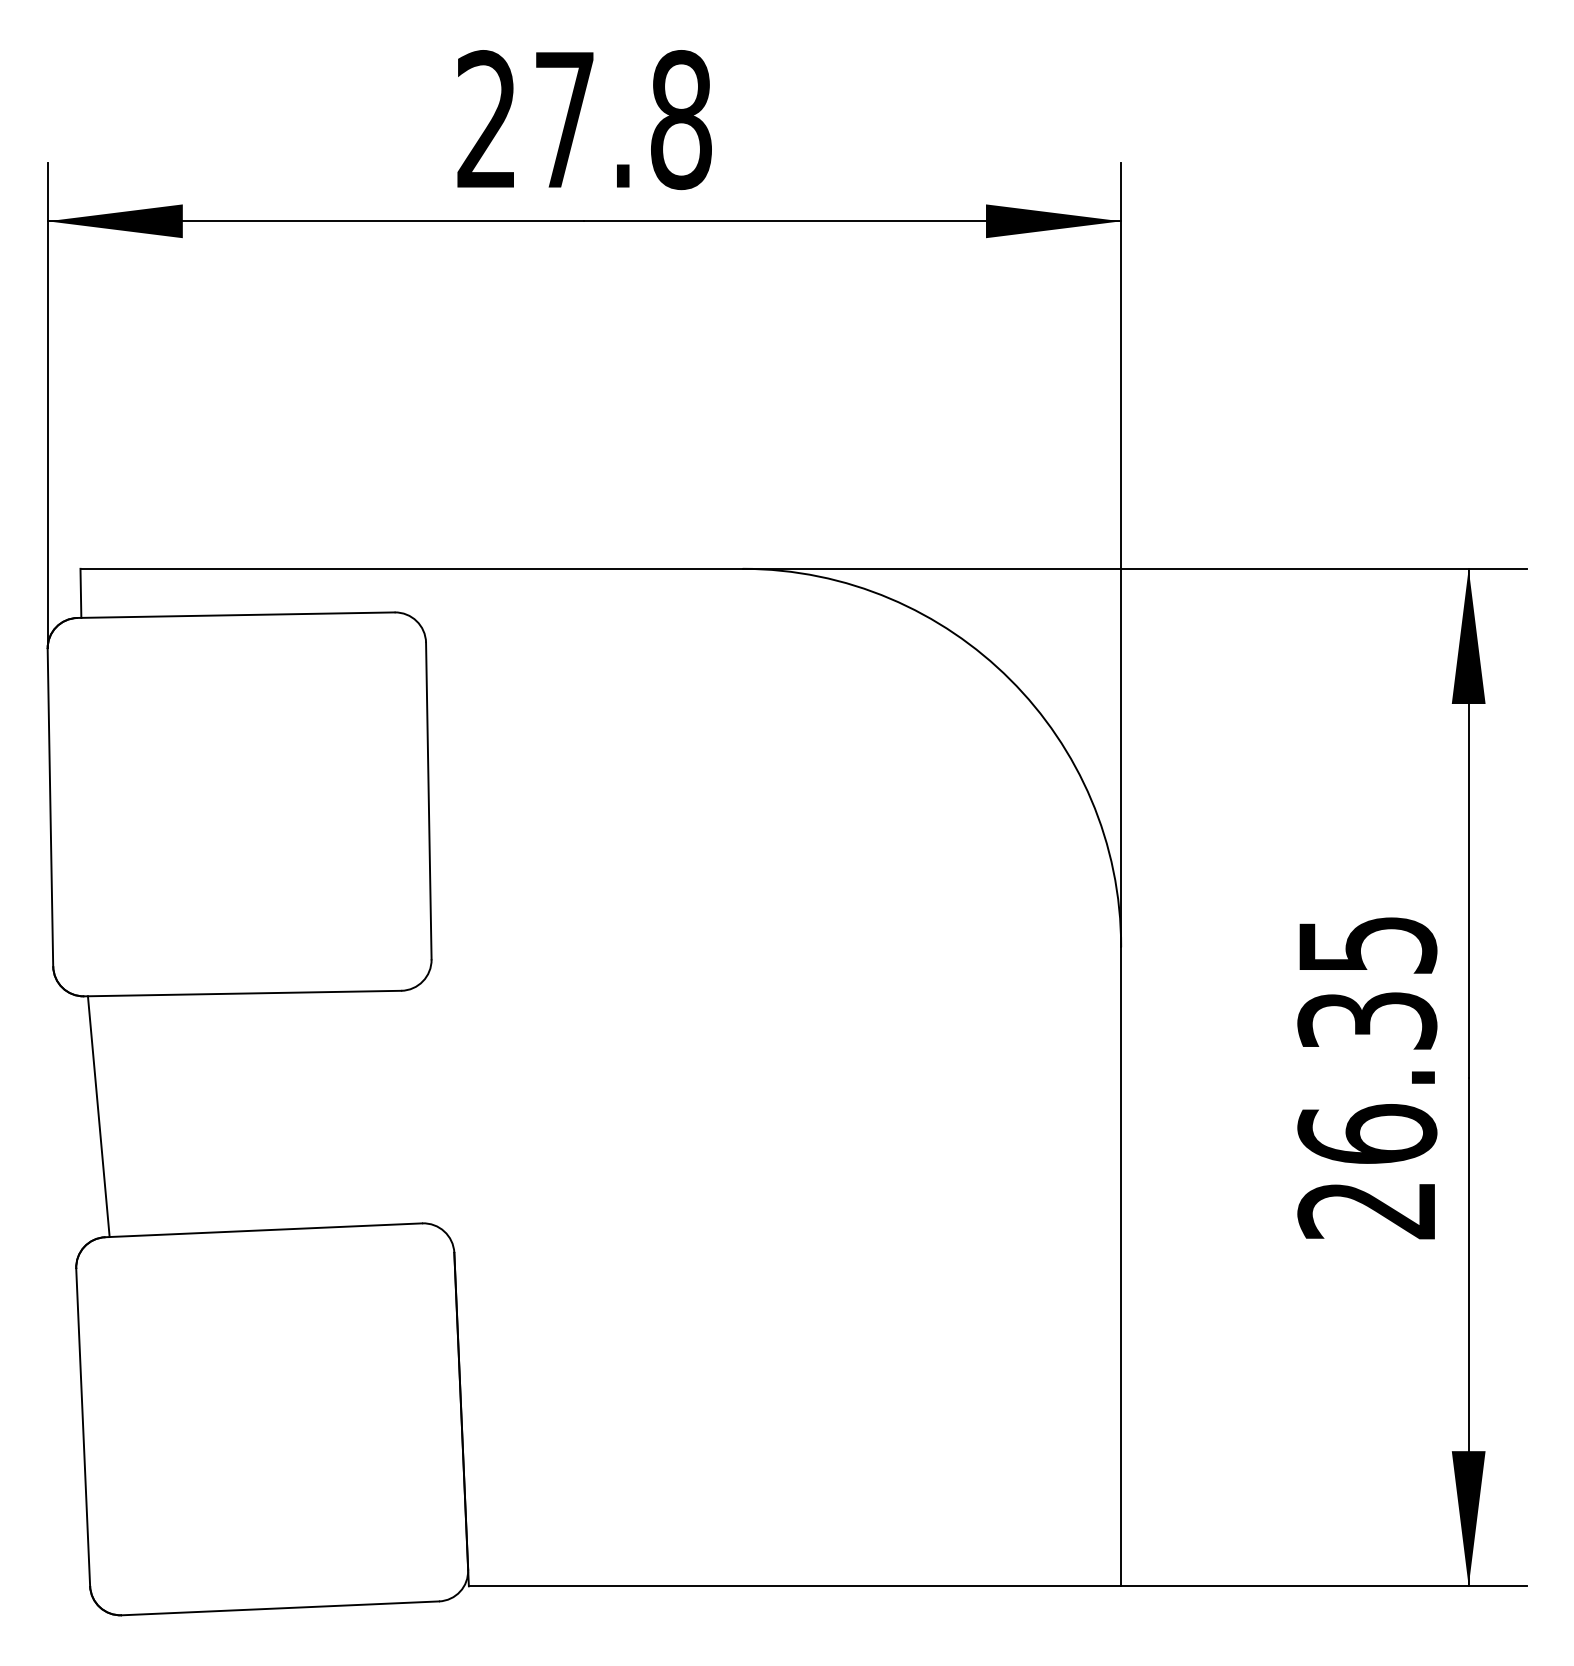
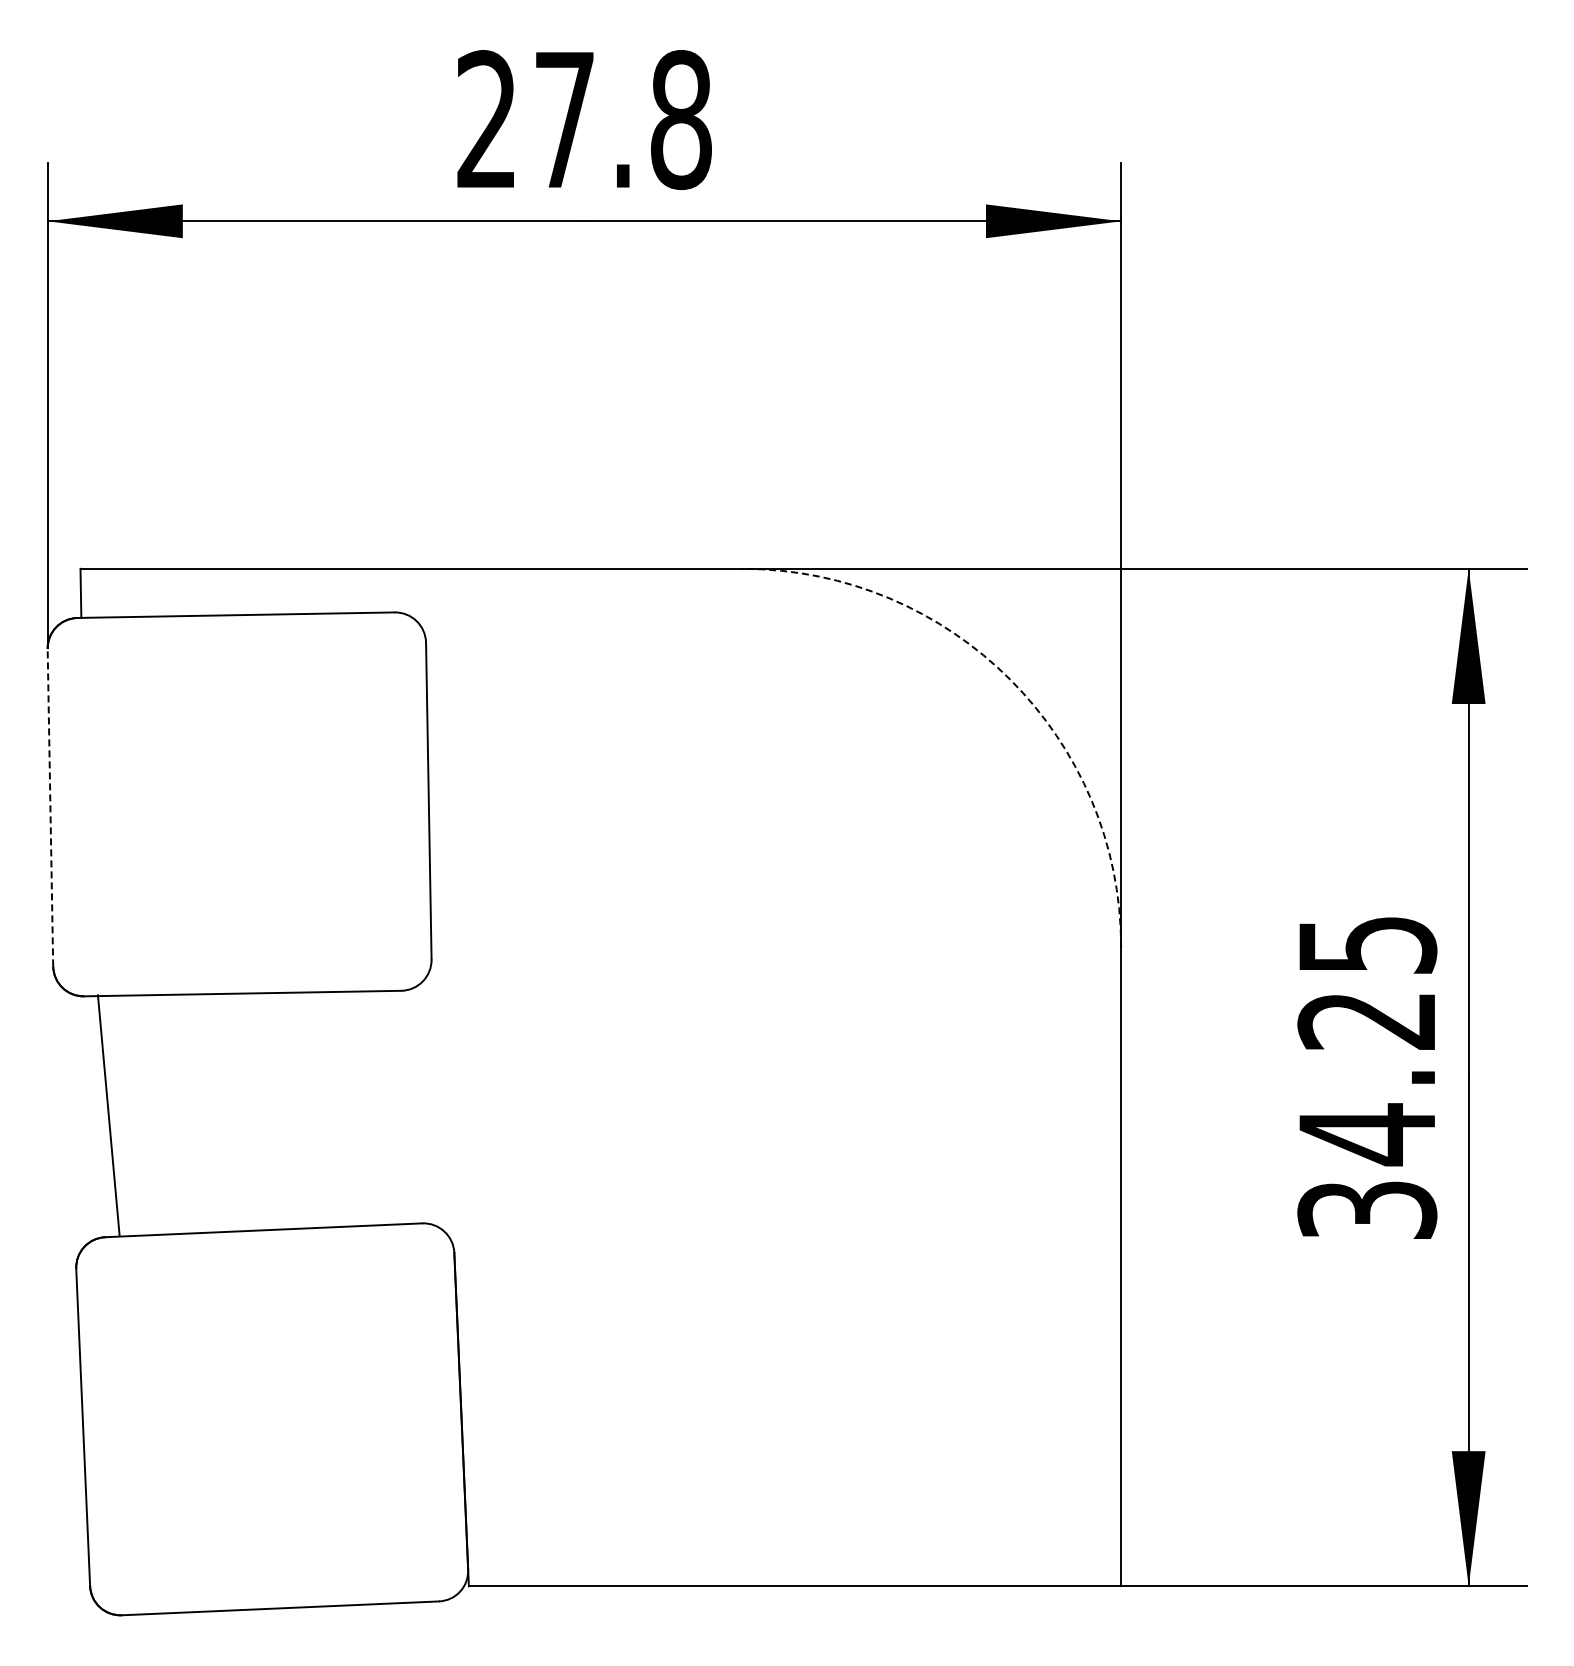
arc at (1010, 679): solid -> dashed
line at (50, 807): solid -> dashed
text at (1367, 1115): 26.35 -> 34.25
line at (98, 1116) position: (98, 1116) -> (108, 1115)
